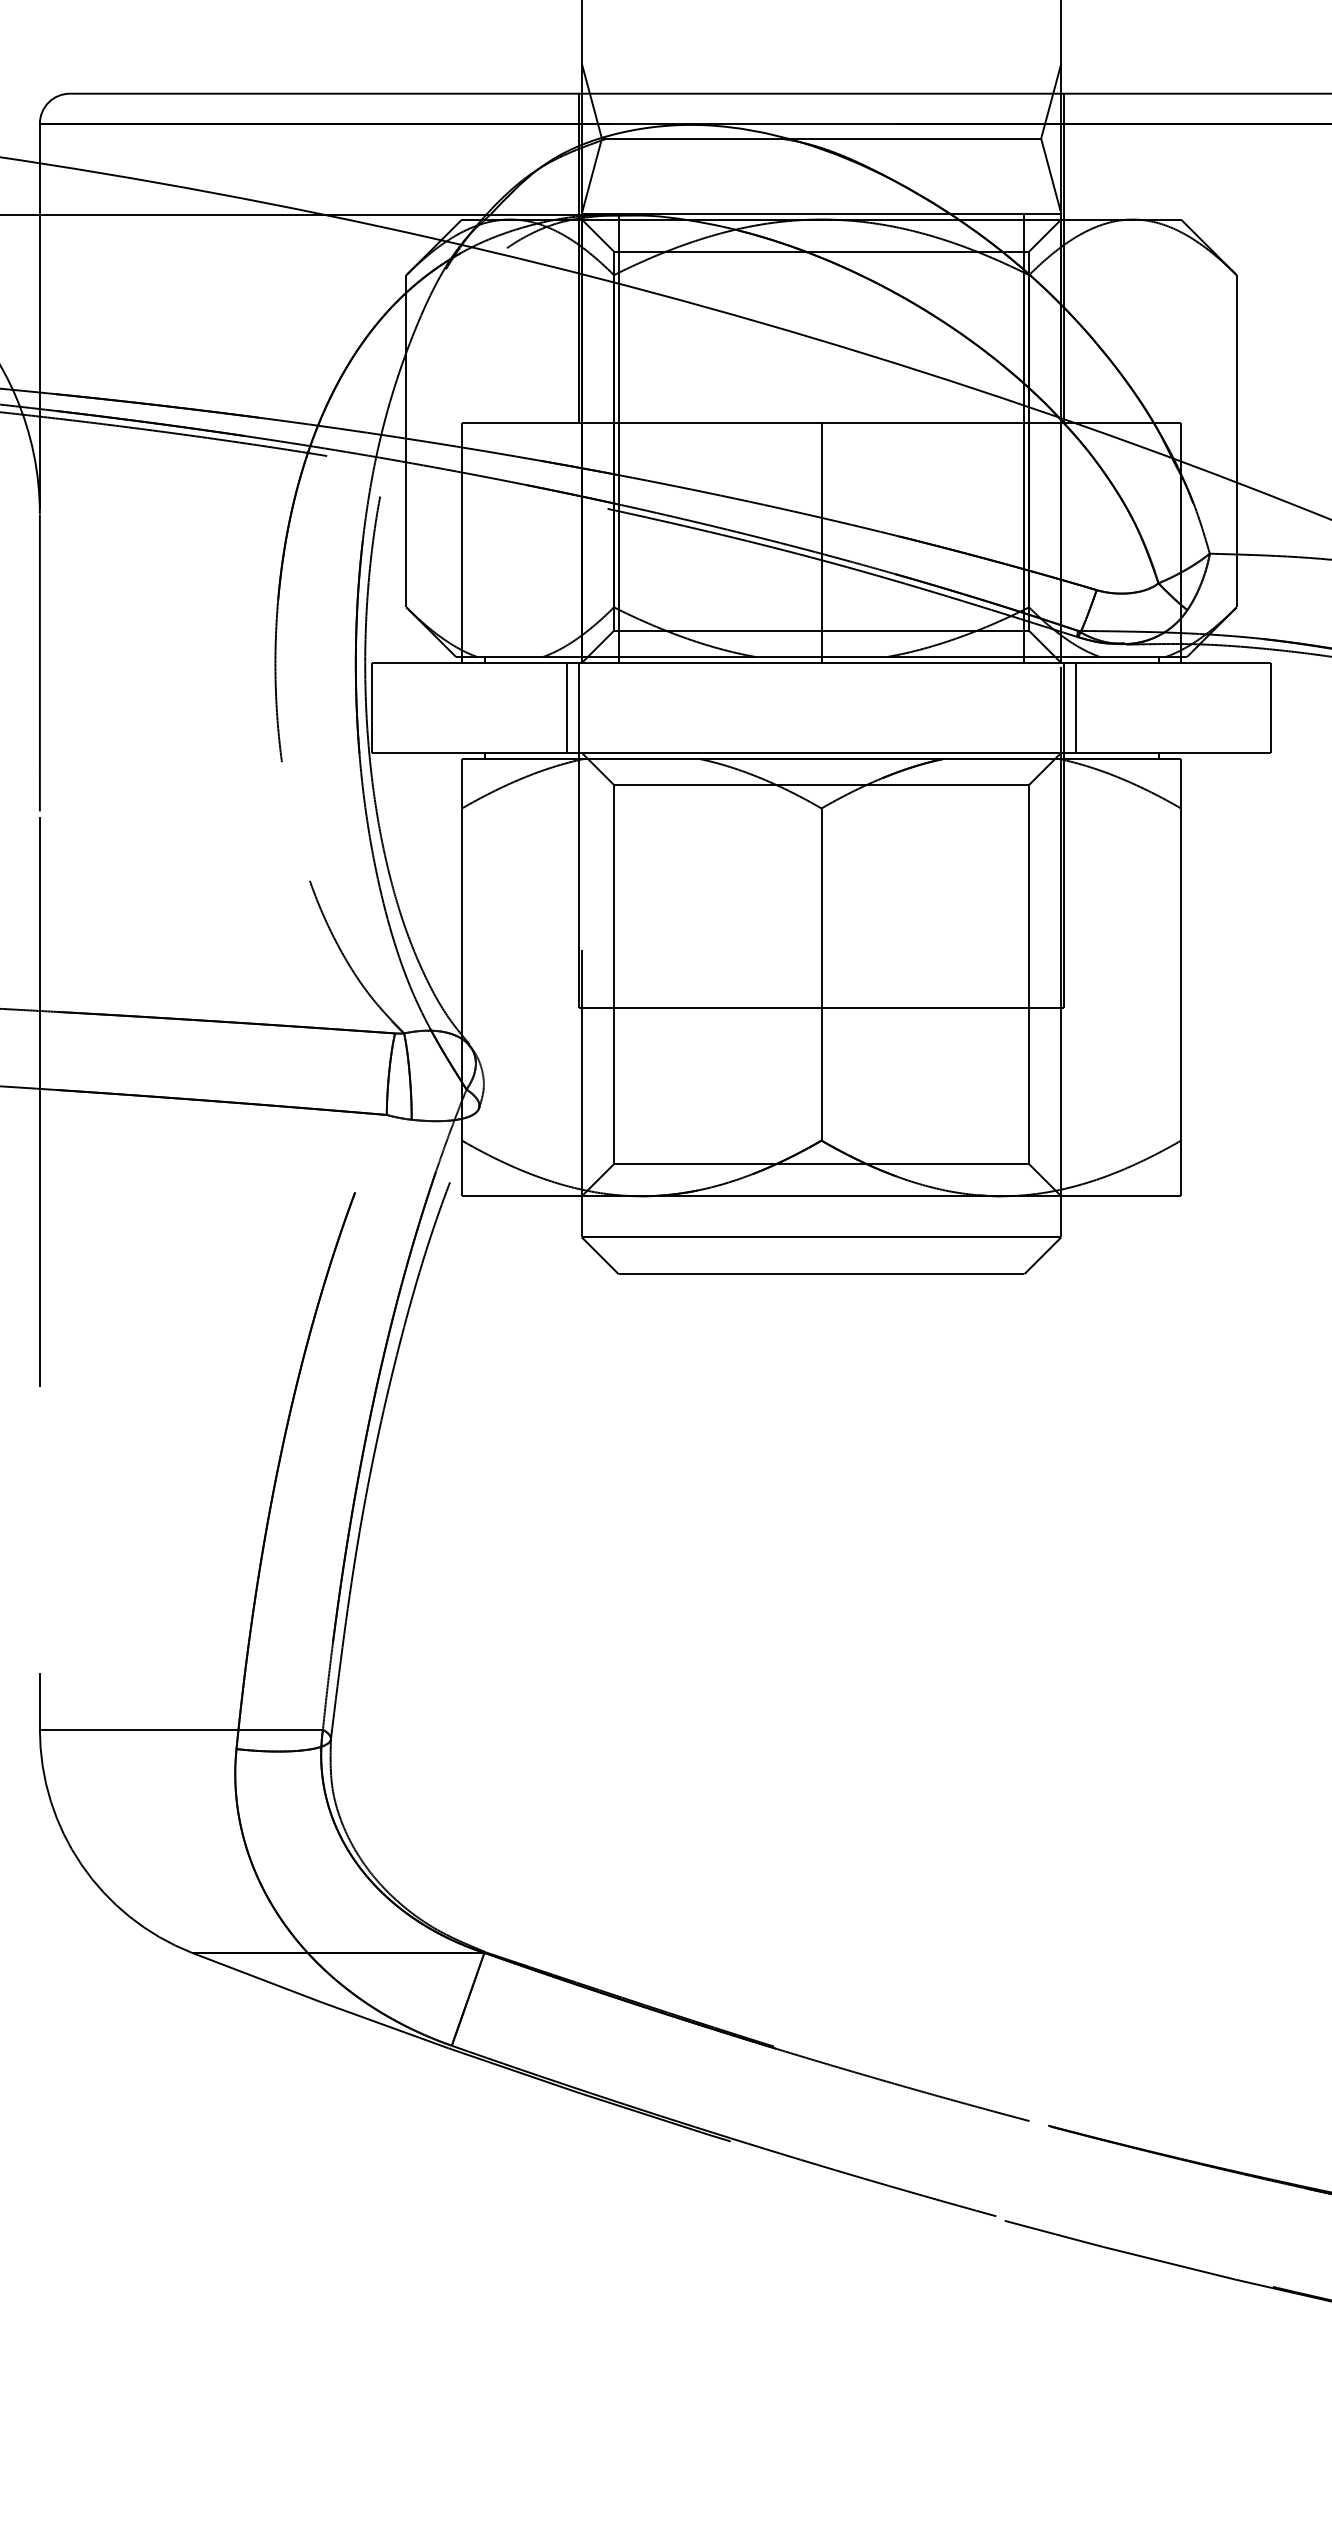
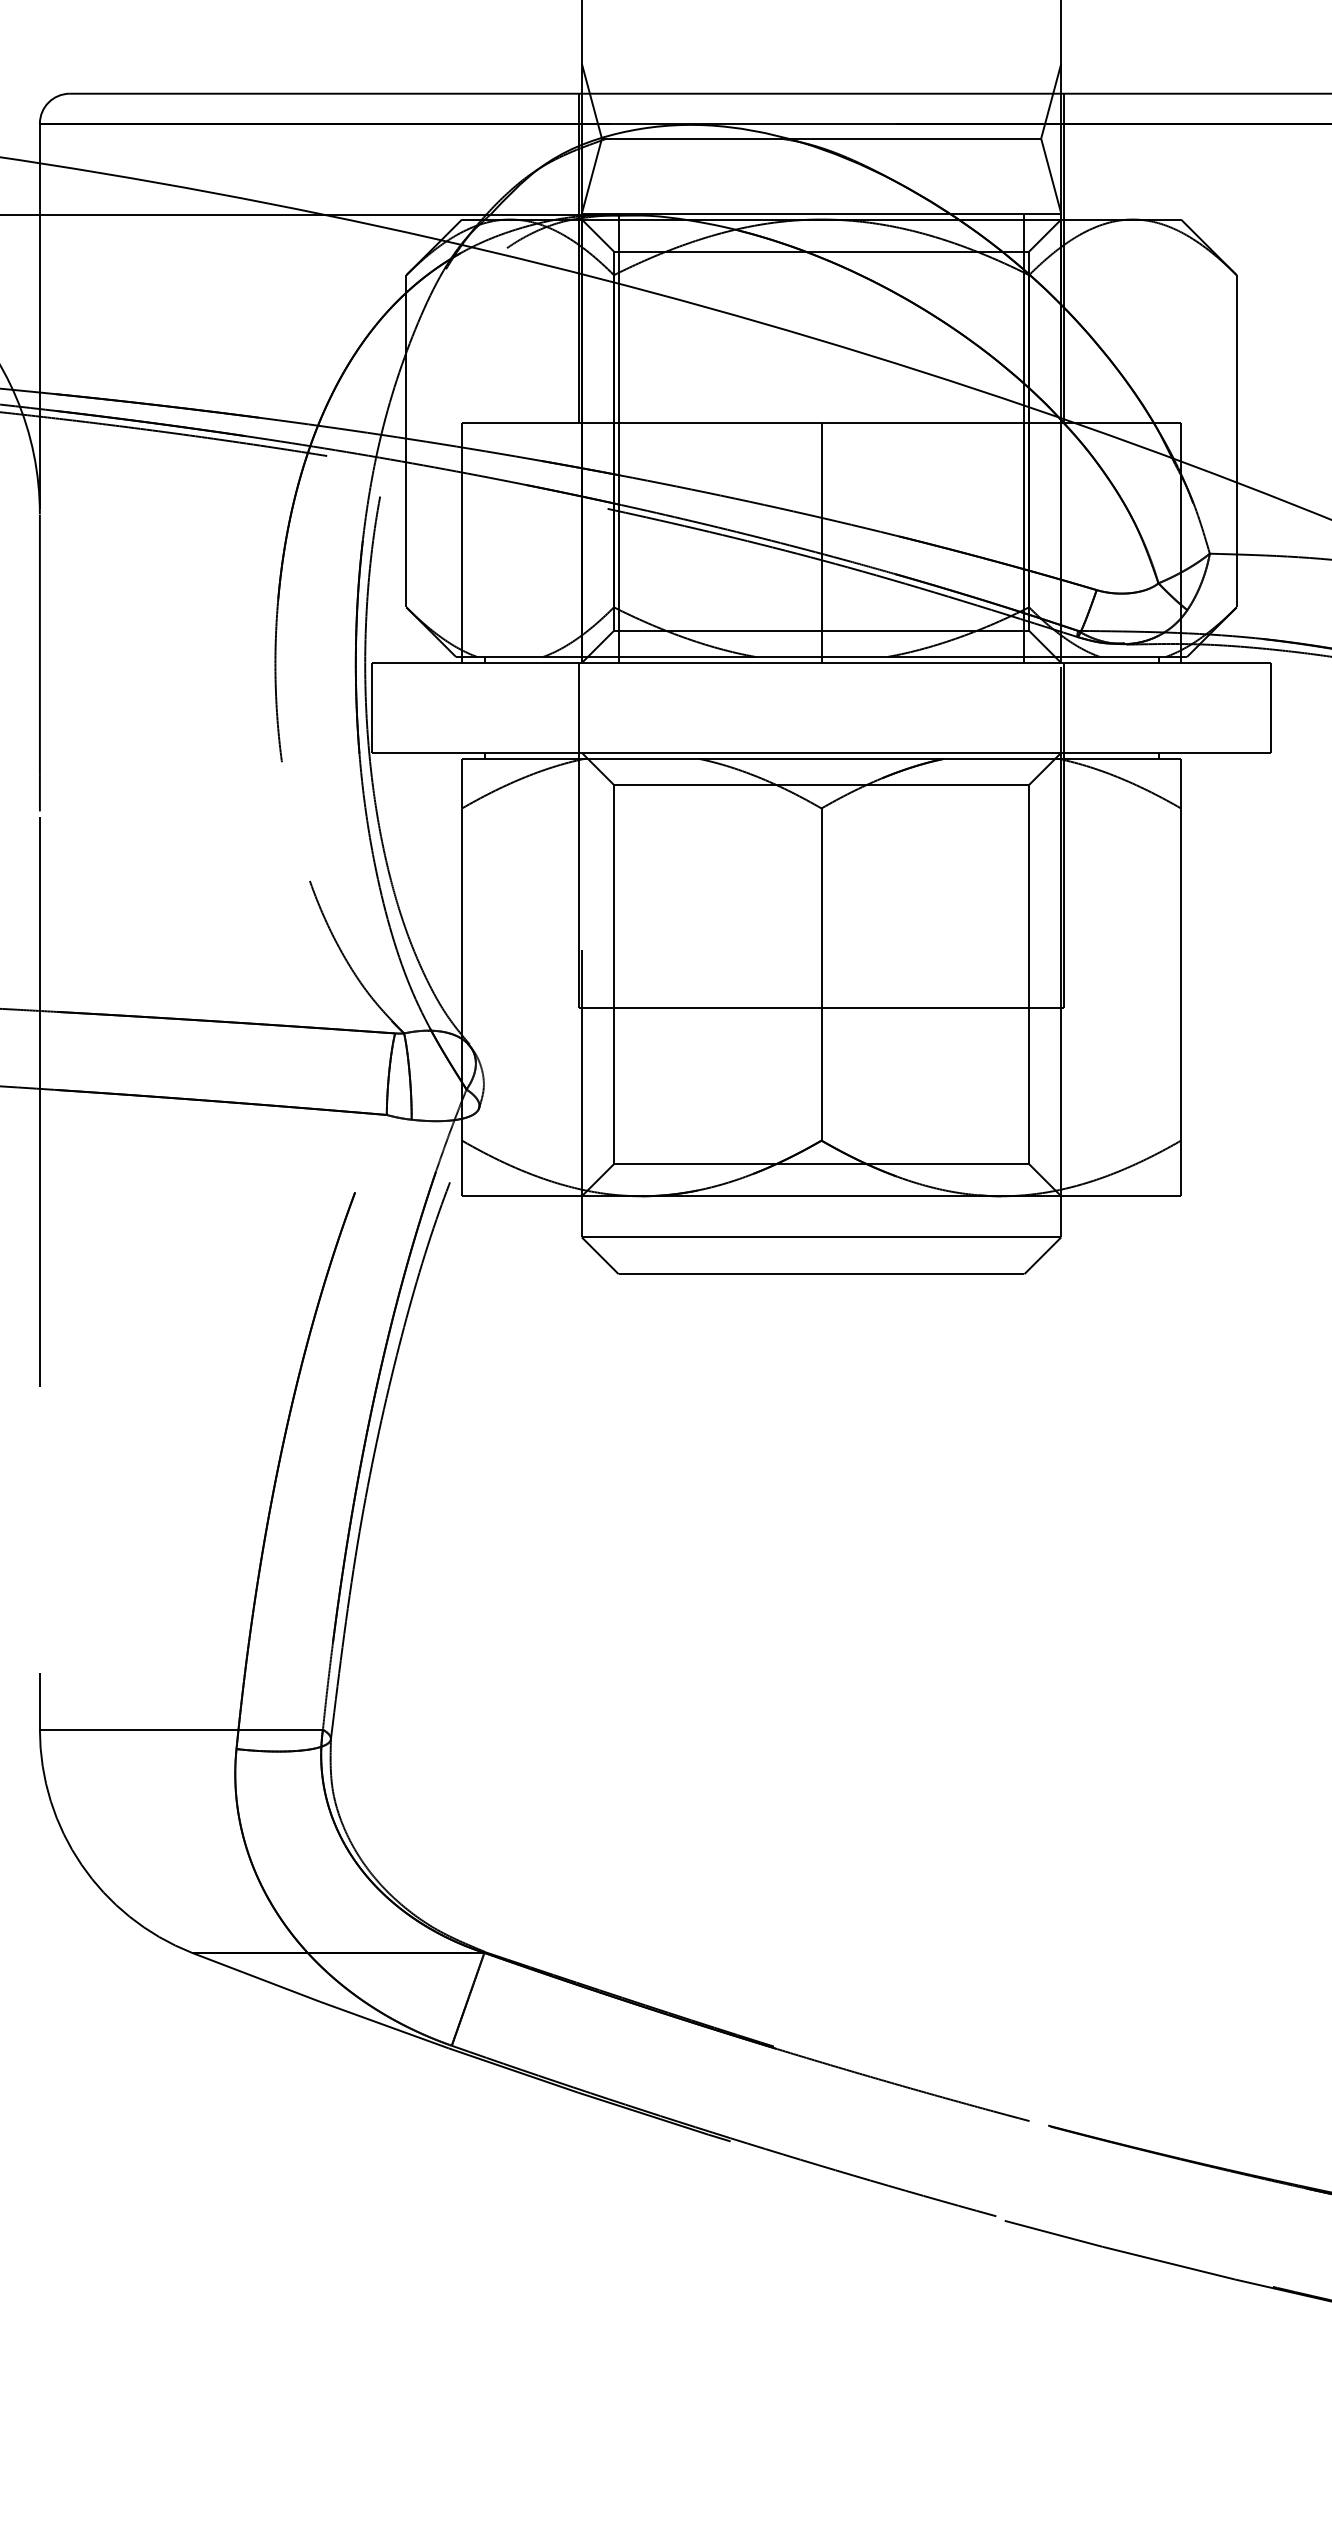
line at (566, 707): present -> none
line at (1076, 707): present -> none
